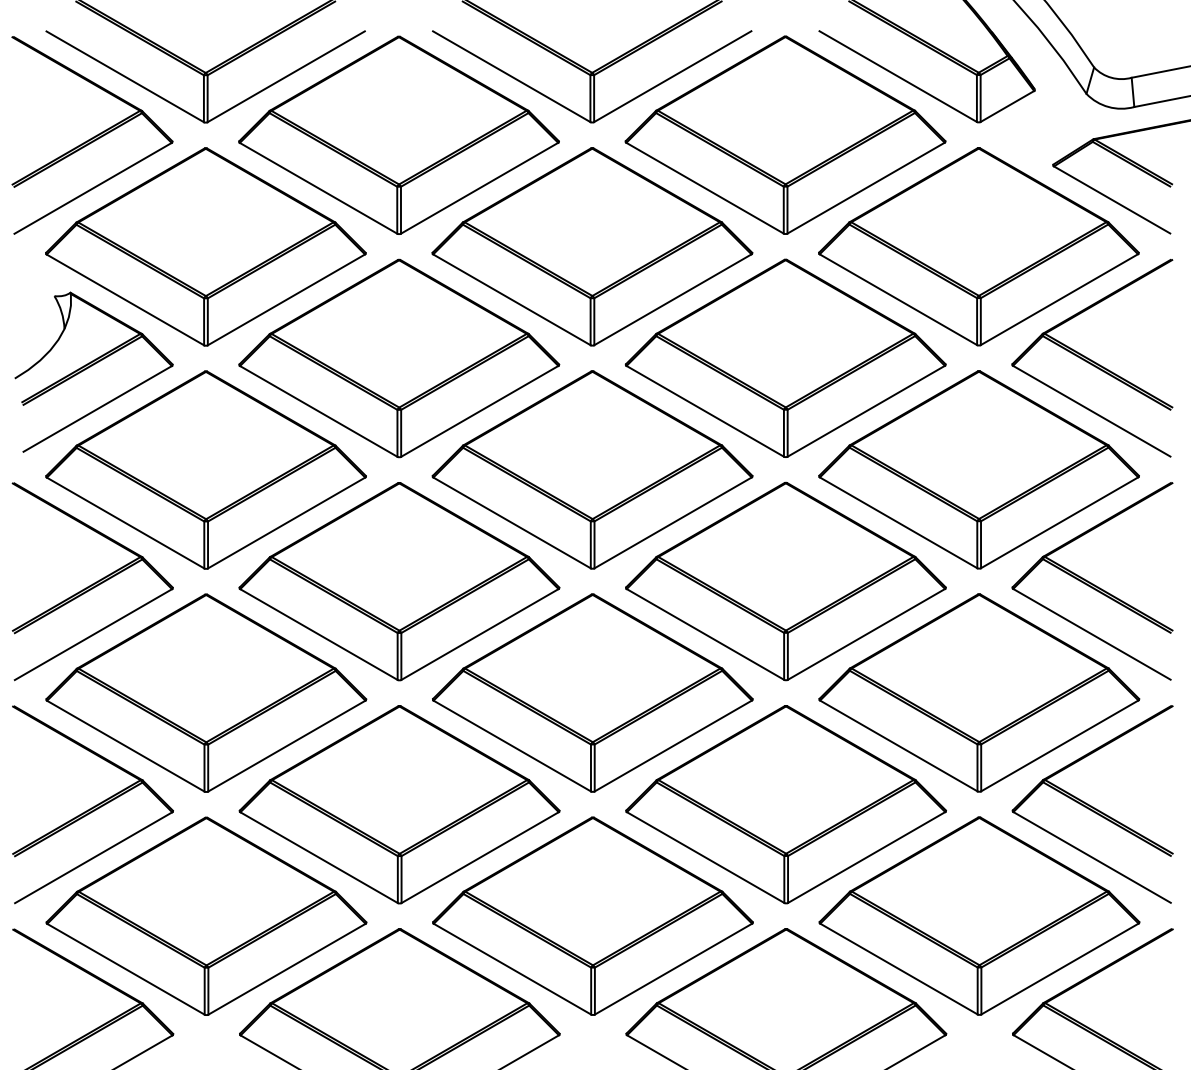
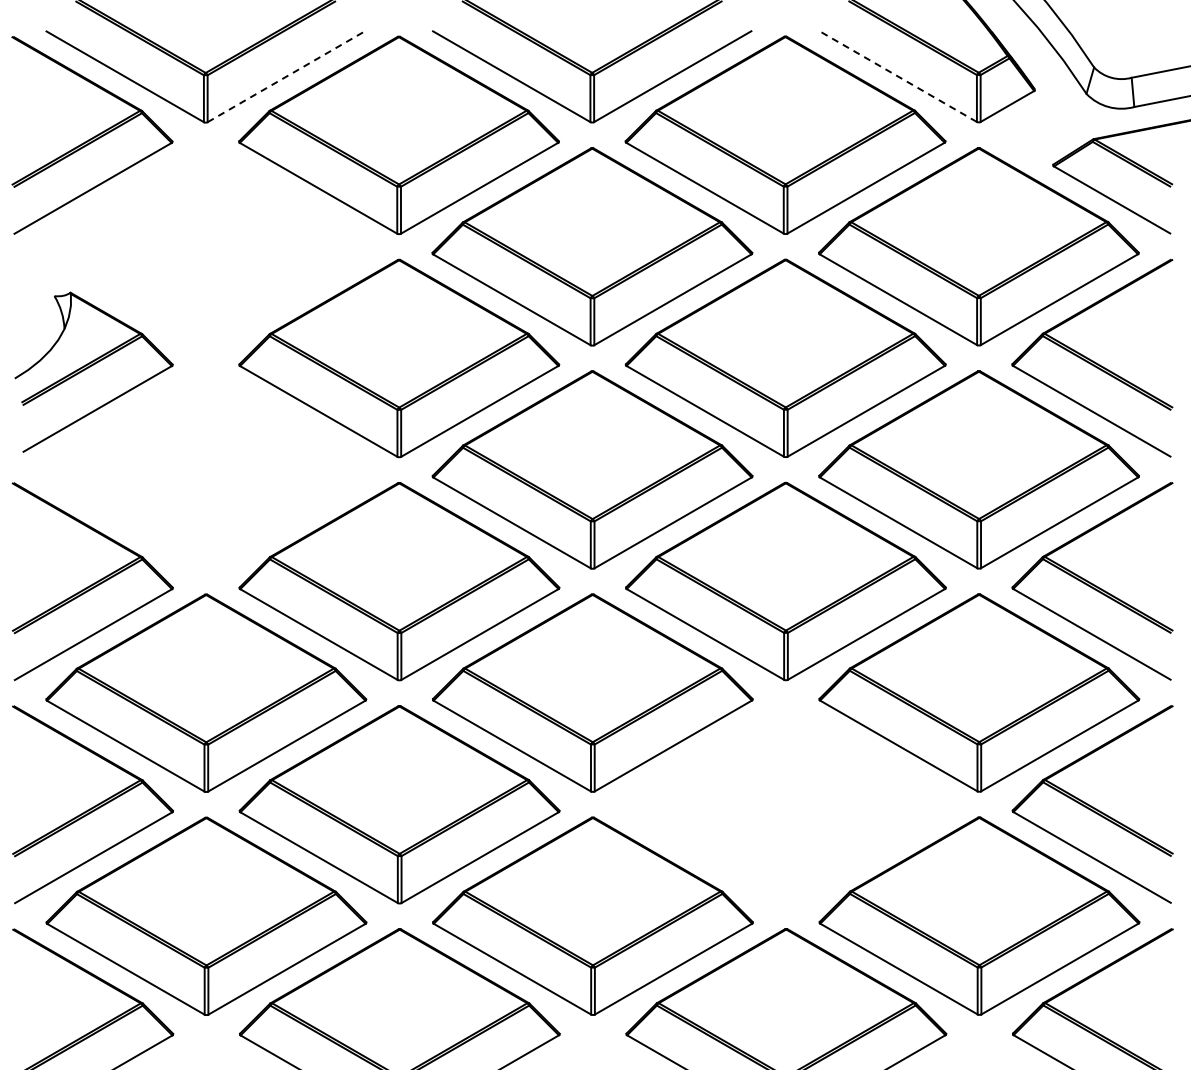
line at (286, 76): solid -> dashed
line at (898, 76): solid -> dashed
part at (205, 246): present -> none
part at (205, 469): present -> none
part at (785, 804): present -> none
